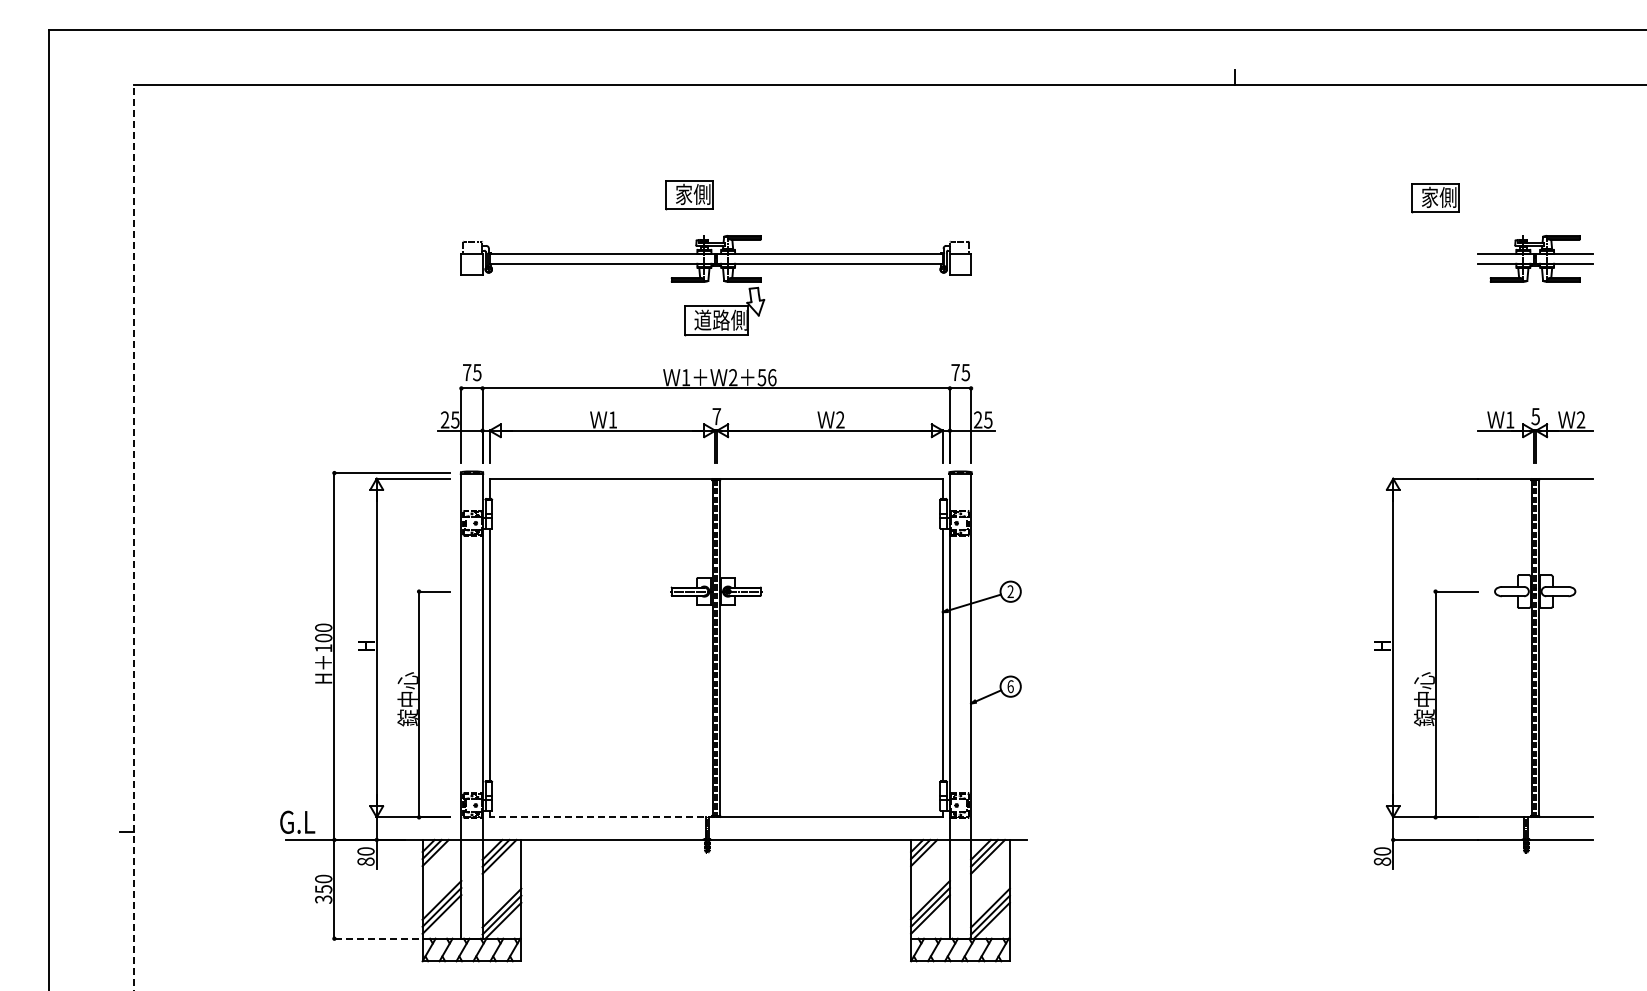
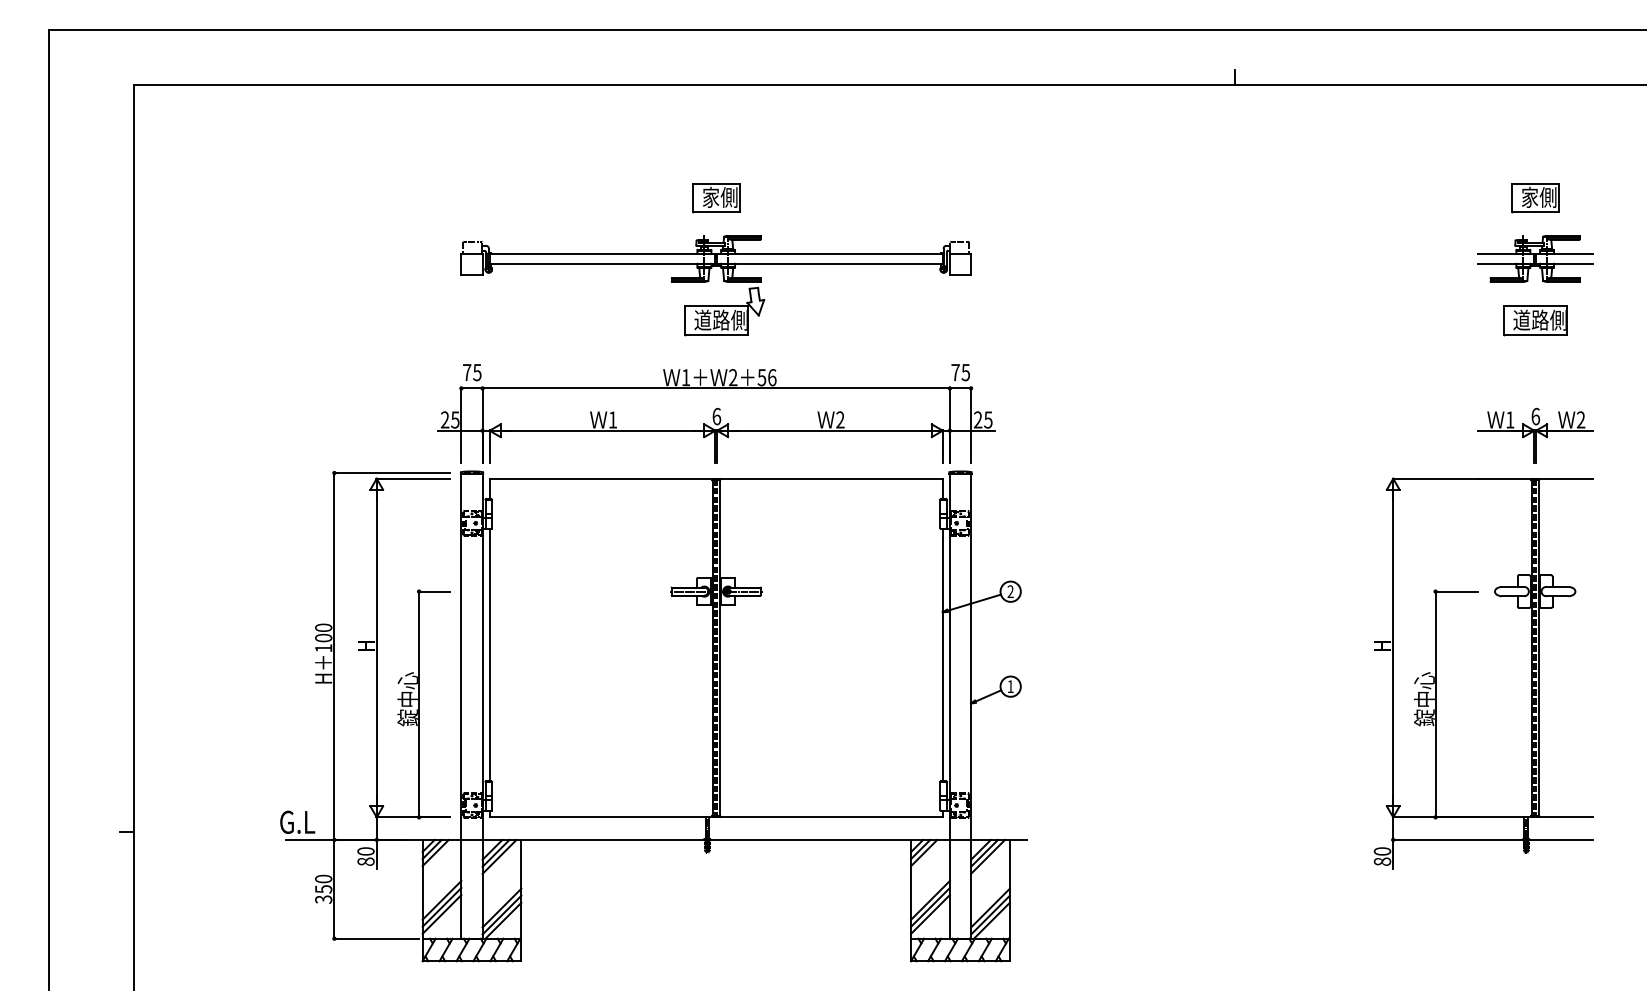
part at (689, 195) position: (689, 195) -> (716, 198)
part at (1435, 198) position: (1435, 198) -> (1535, 198)
part at (1535, 320): none -> present
text at (716, 416): 7 -> 6
text at (1535, 416): 5 -> 6
line at (134, 537): dashed -> solid
text at (1010, 686): 6 -> 1
line at (602, 817): dashed -> solid
line at (375, 938): dashed -> solid
